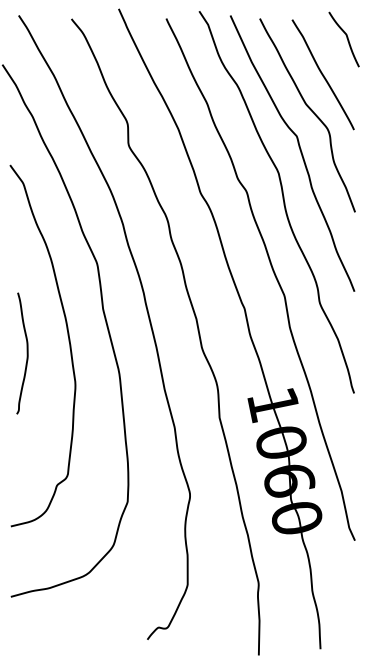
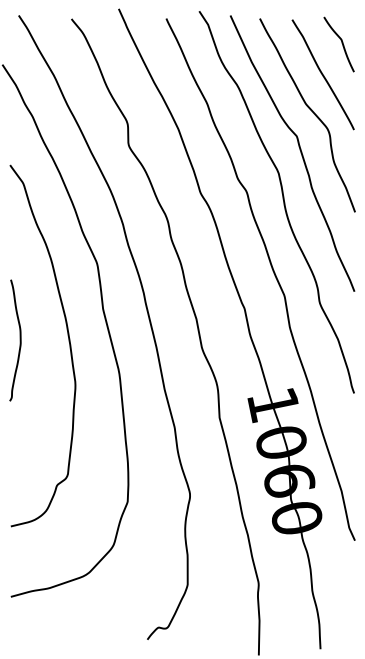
curve at (346, 38) position: (346, 38) -> (341, 43)
curve at (26, 353) position: (26, 353) -> (19, 340)
